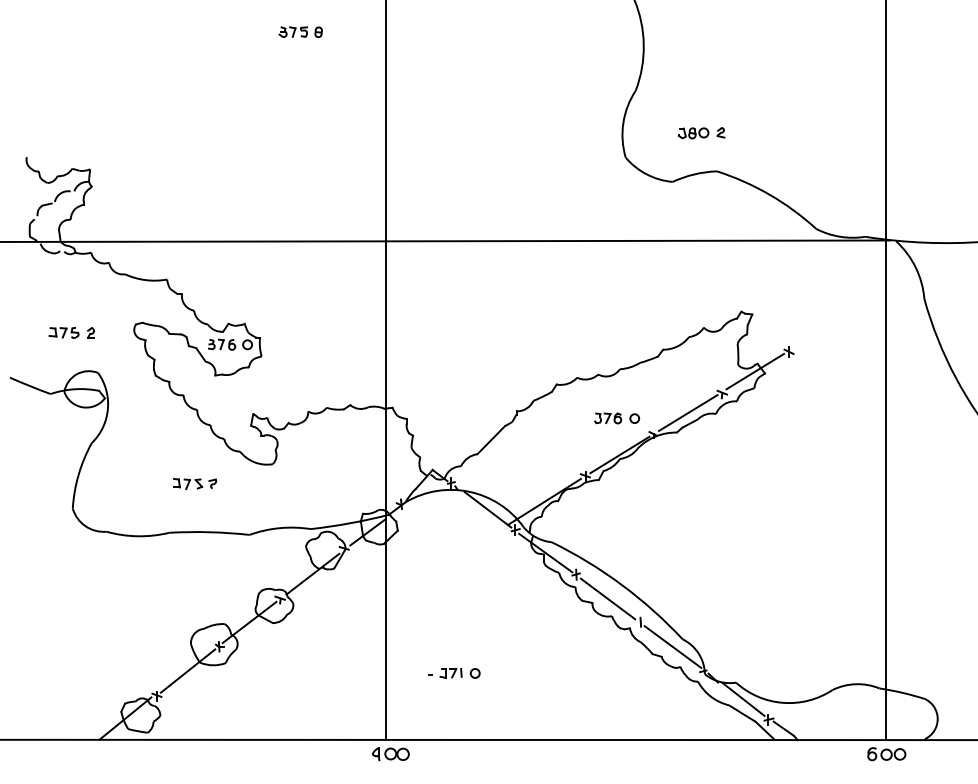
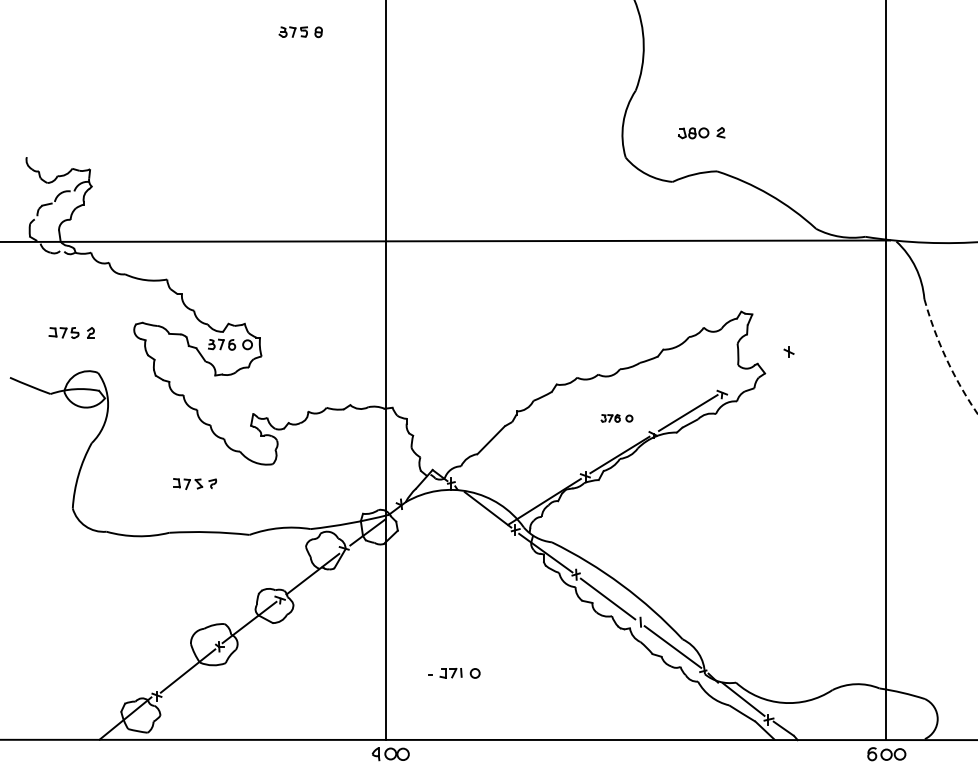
arc at (946, 358): solid -> dashed
line at (755, 371): present -> none
part at (616, 418) size: 46x13 px -> 34x9 px
